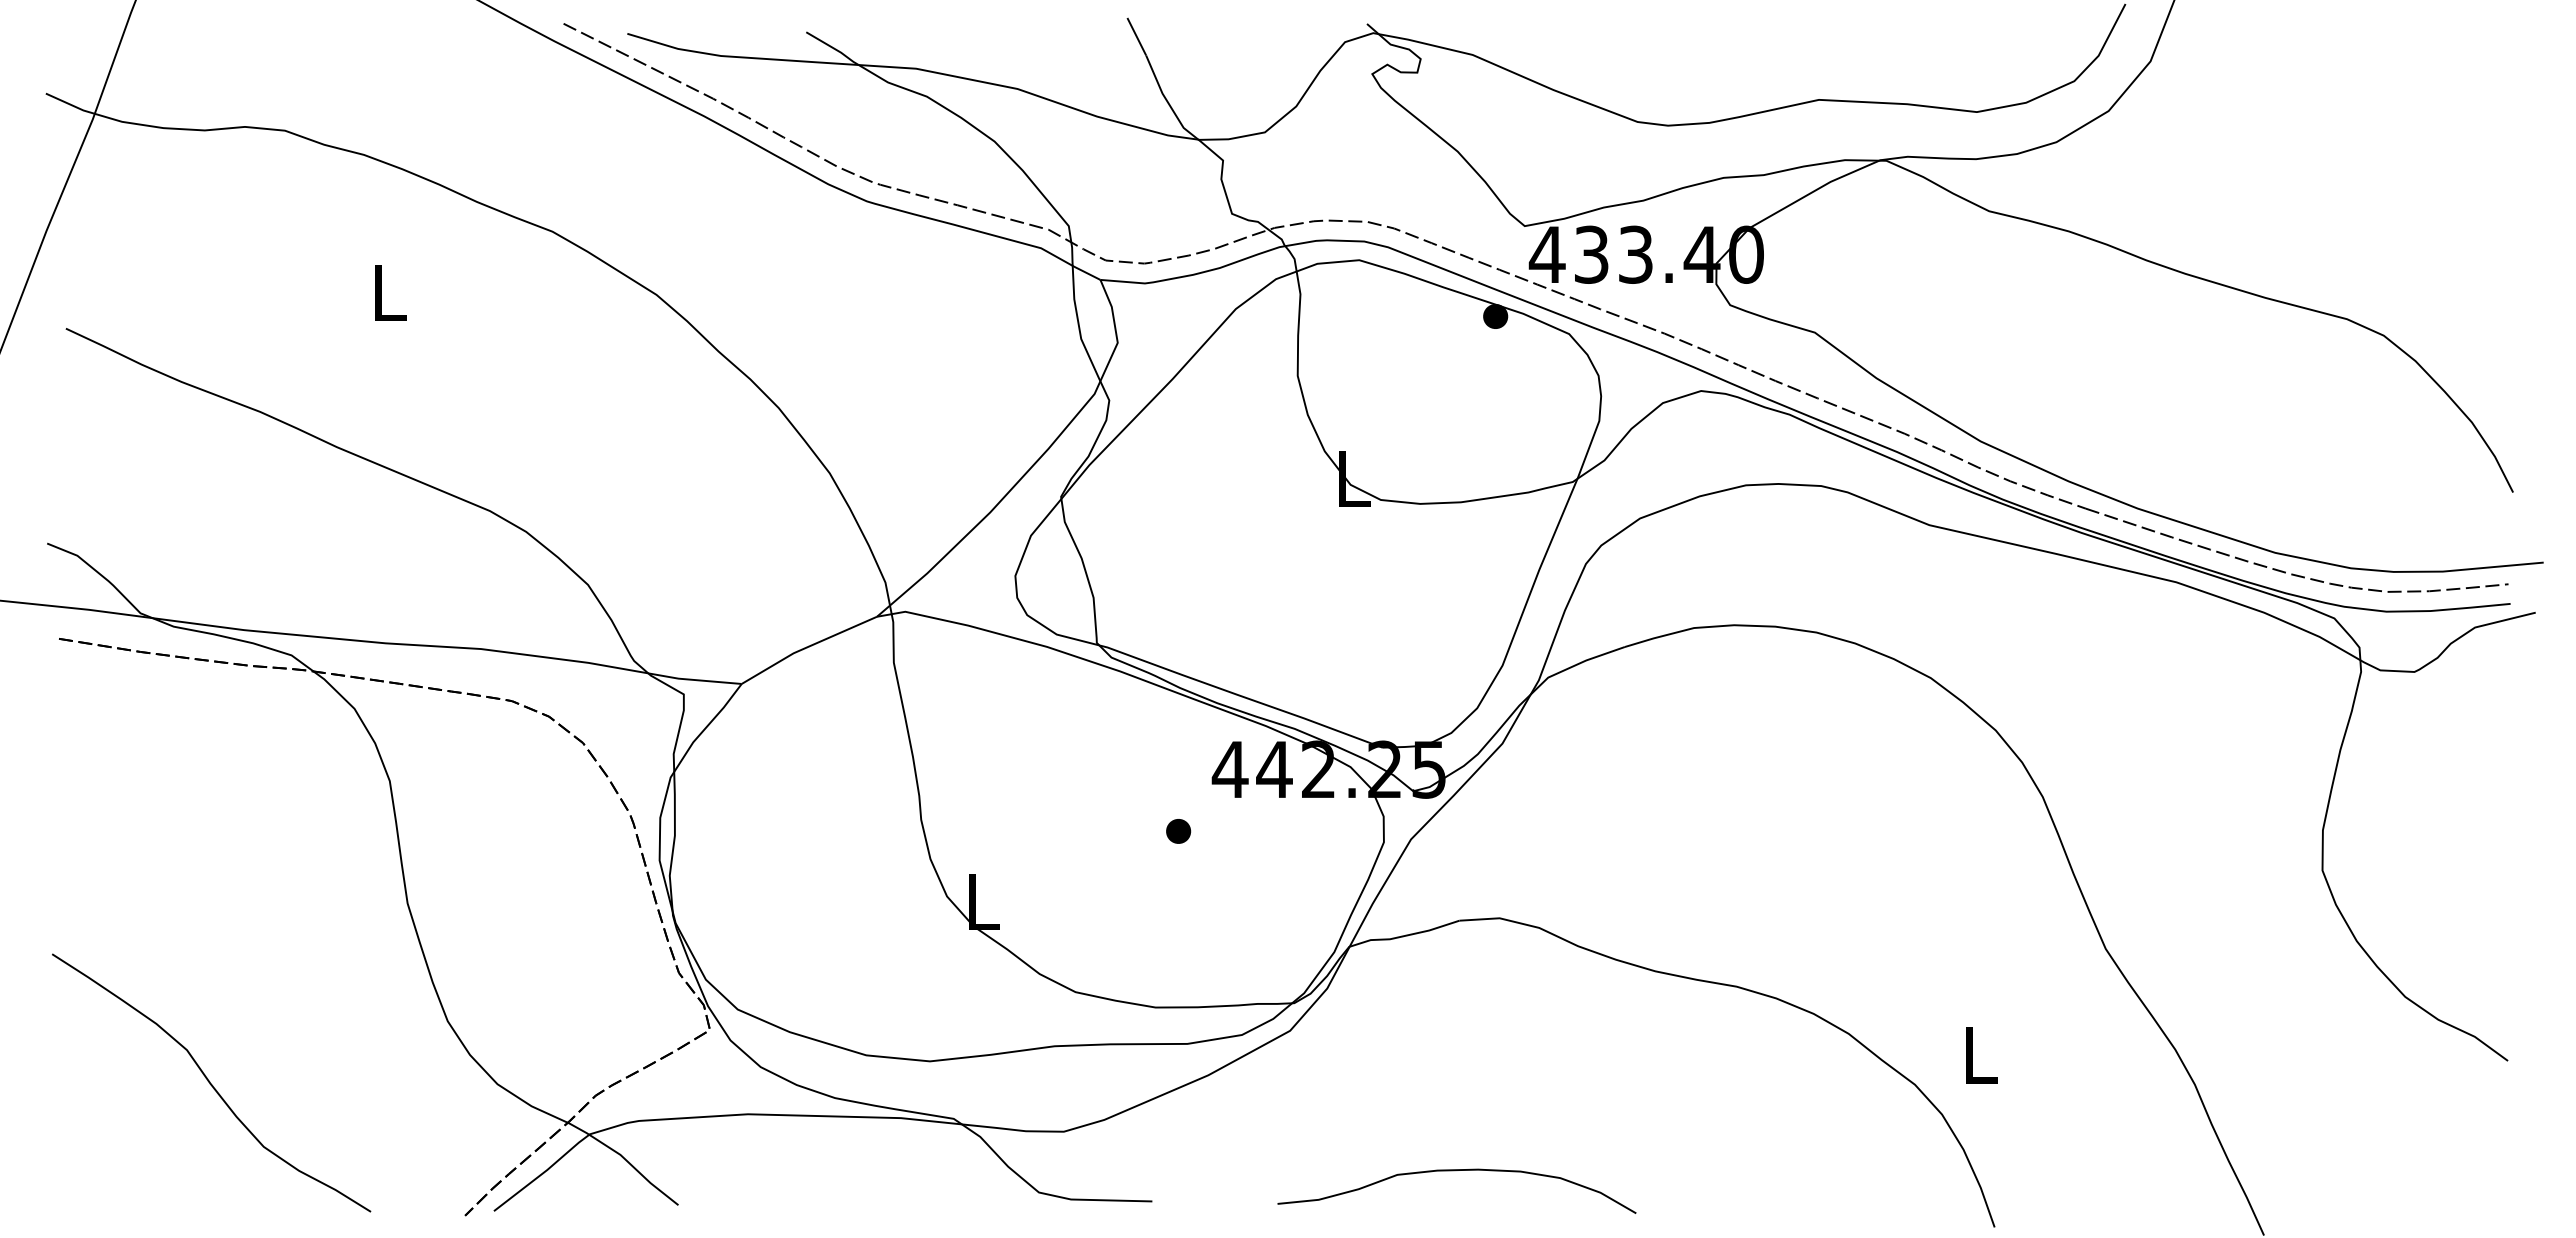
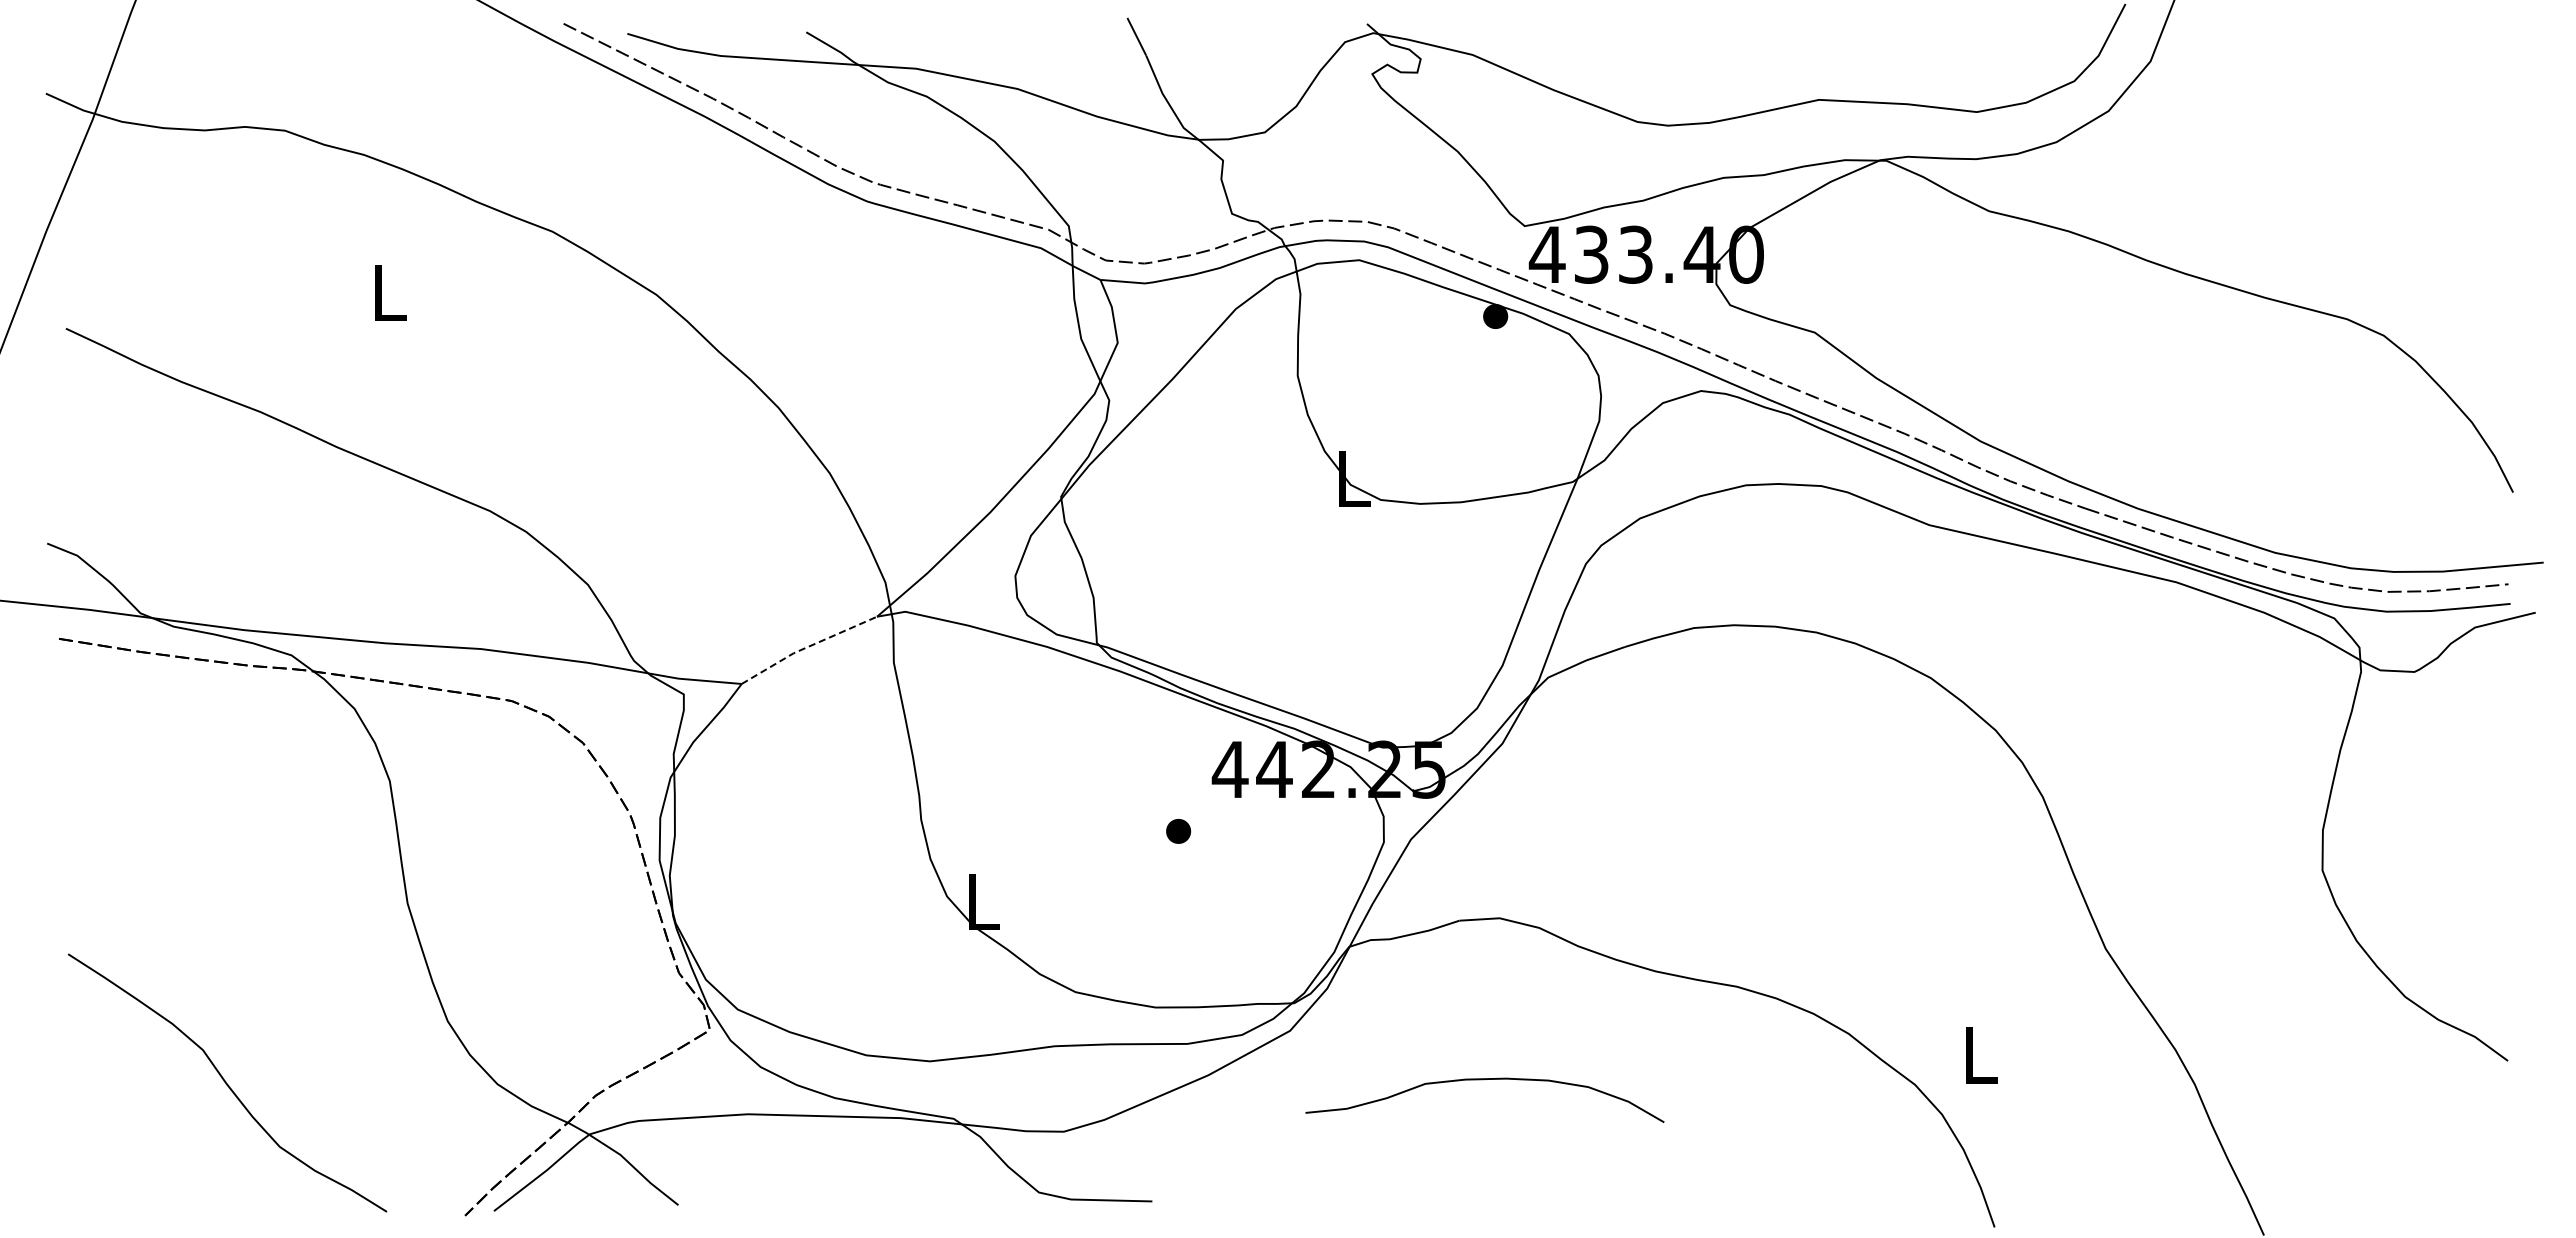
line at (807, 647): solid -> dashed
curve at (210, 1082) position: (210, 1082) -> (226, 1082)
curve at (1455, 1171) position: (1455, 1171) -> (1483, 1080)
